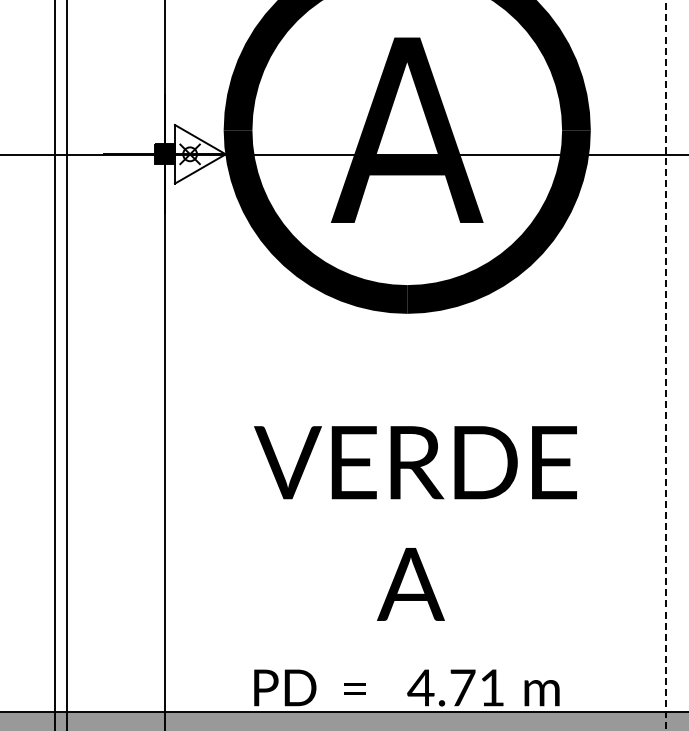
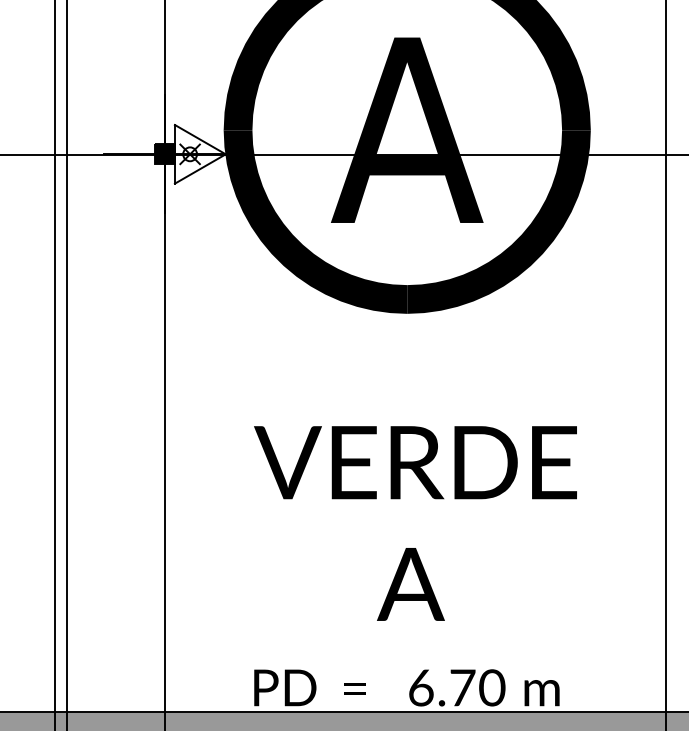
line at (665, 365): dashed -> solid
text at (456, 687): 4.71 -> 6.70
